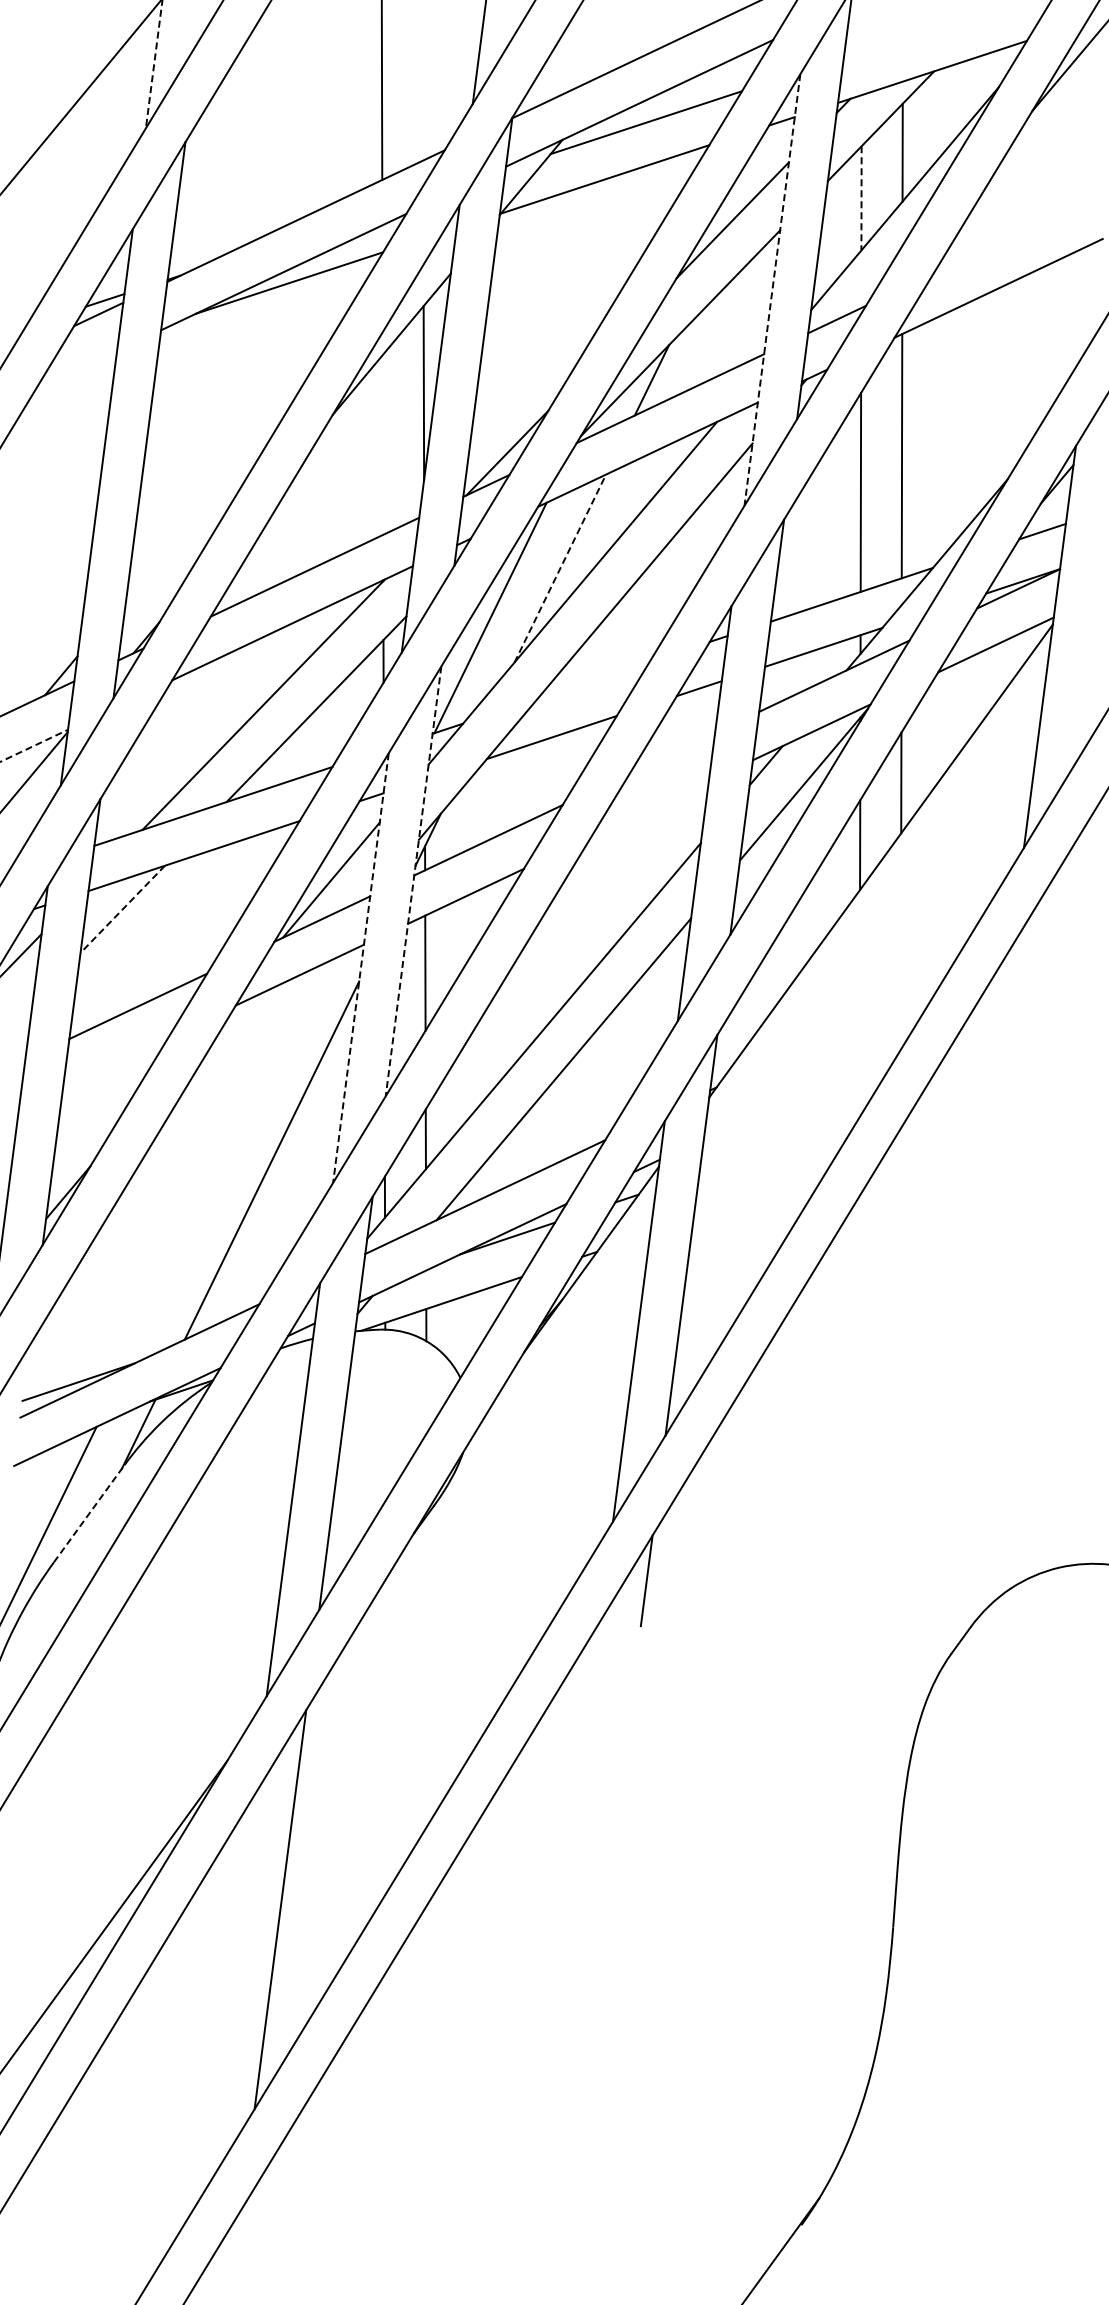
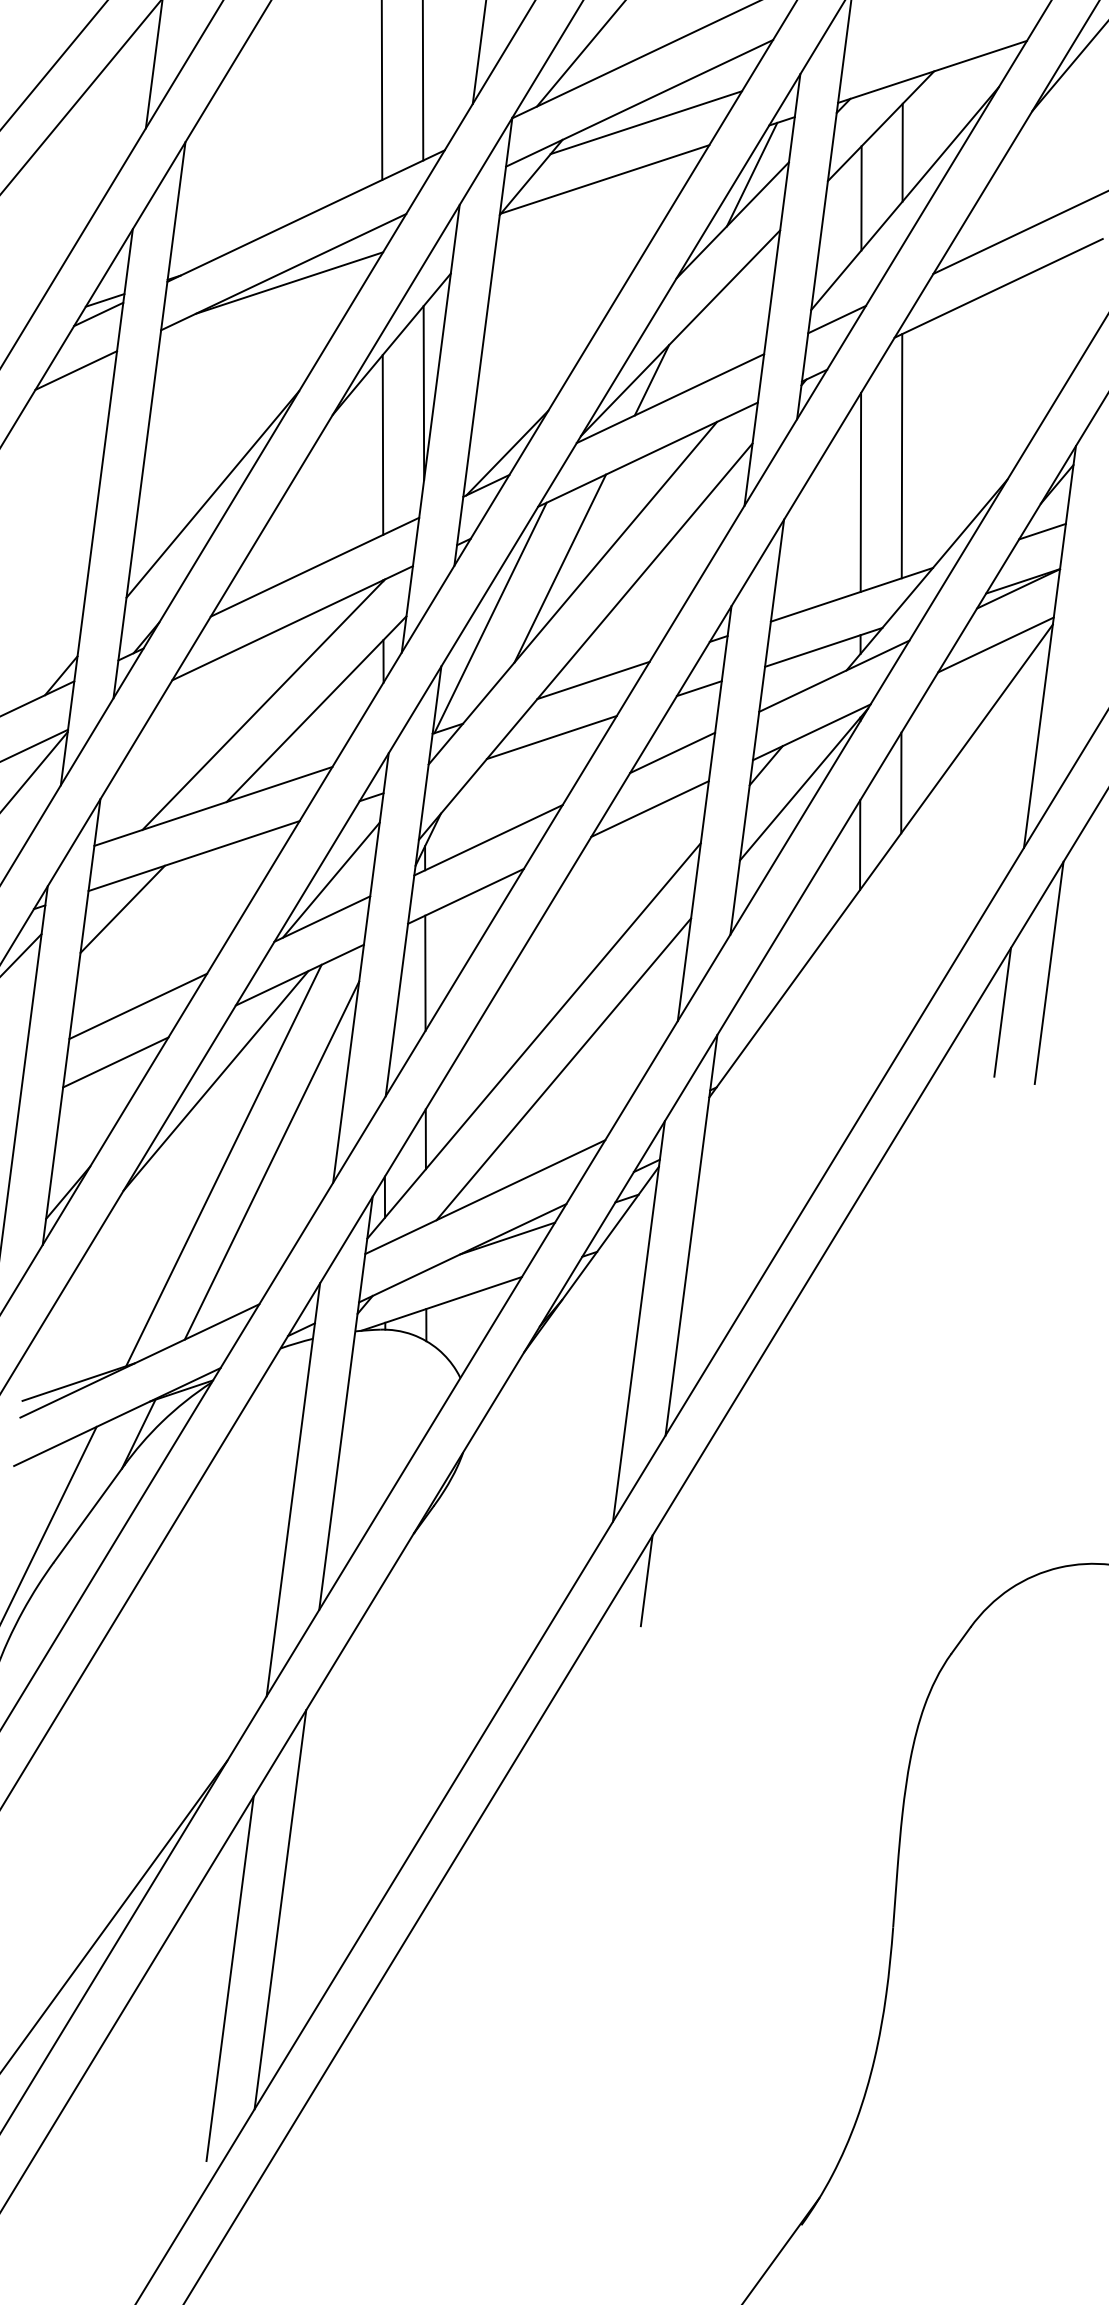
line at (580, 54): none -> present
line at (154, 64): dashed -> solid
line at (54, 65): none -> present
line at (422, 81): none -> present
line at (751, 174): none -> present
line at (861, 198): dashed -> solid
line at (1019, 232): none -> present
line at (772, 289): dashed -> solid
line at (76, 370): none -> present
line at (382, 444): none -> present
line at (212, 494): none -> present
line at (560, 568): dashed -> solid
line at (593, 680): none -> present
line at (34, 745): dashed -> solid
line at (672, 752): none -> present
line at (649, 808): none -> present
line at (413, 881): dashed -> solid
line at (122, 909): dashed -> solid
line at (360, 968): dashed -> solid
line at (1048, 972): none -> present
line at (1002, 1011): none -> present
line at (115, 1062): none -> present
line at (215, 1080): none -> present
line at (223, 1165): none -> present
line at (89, 1513): dashed -> solid
line at (229, 1978): none -> present
